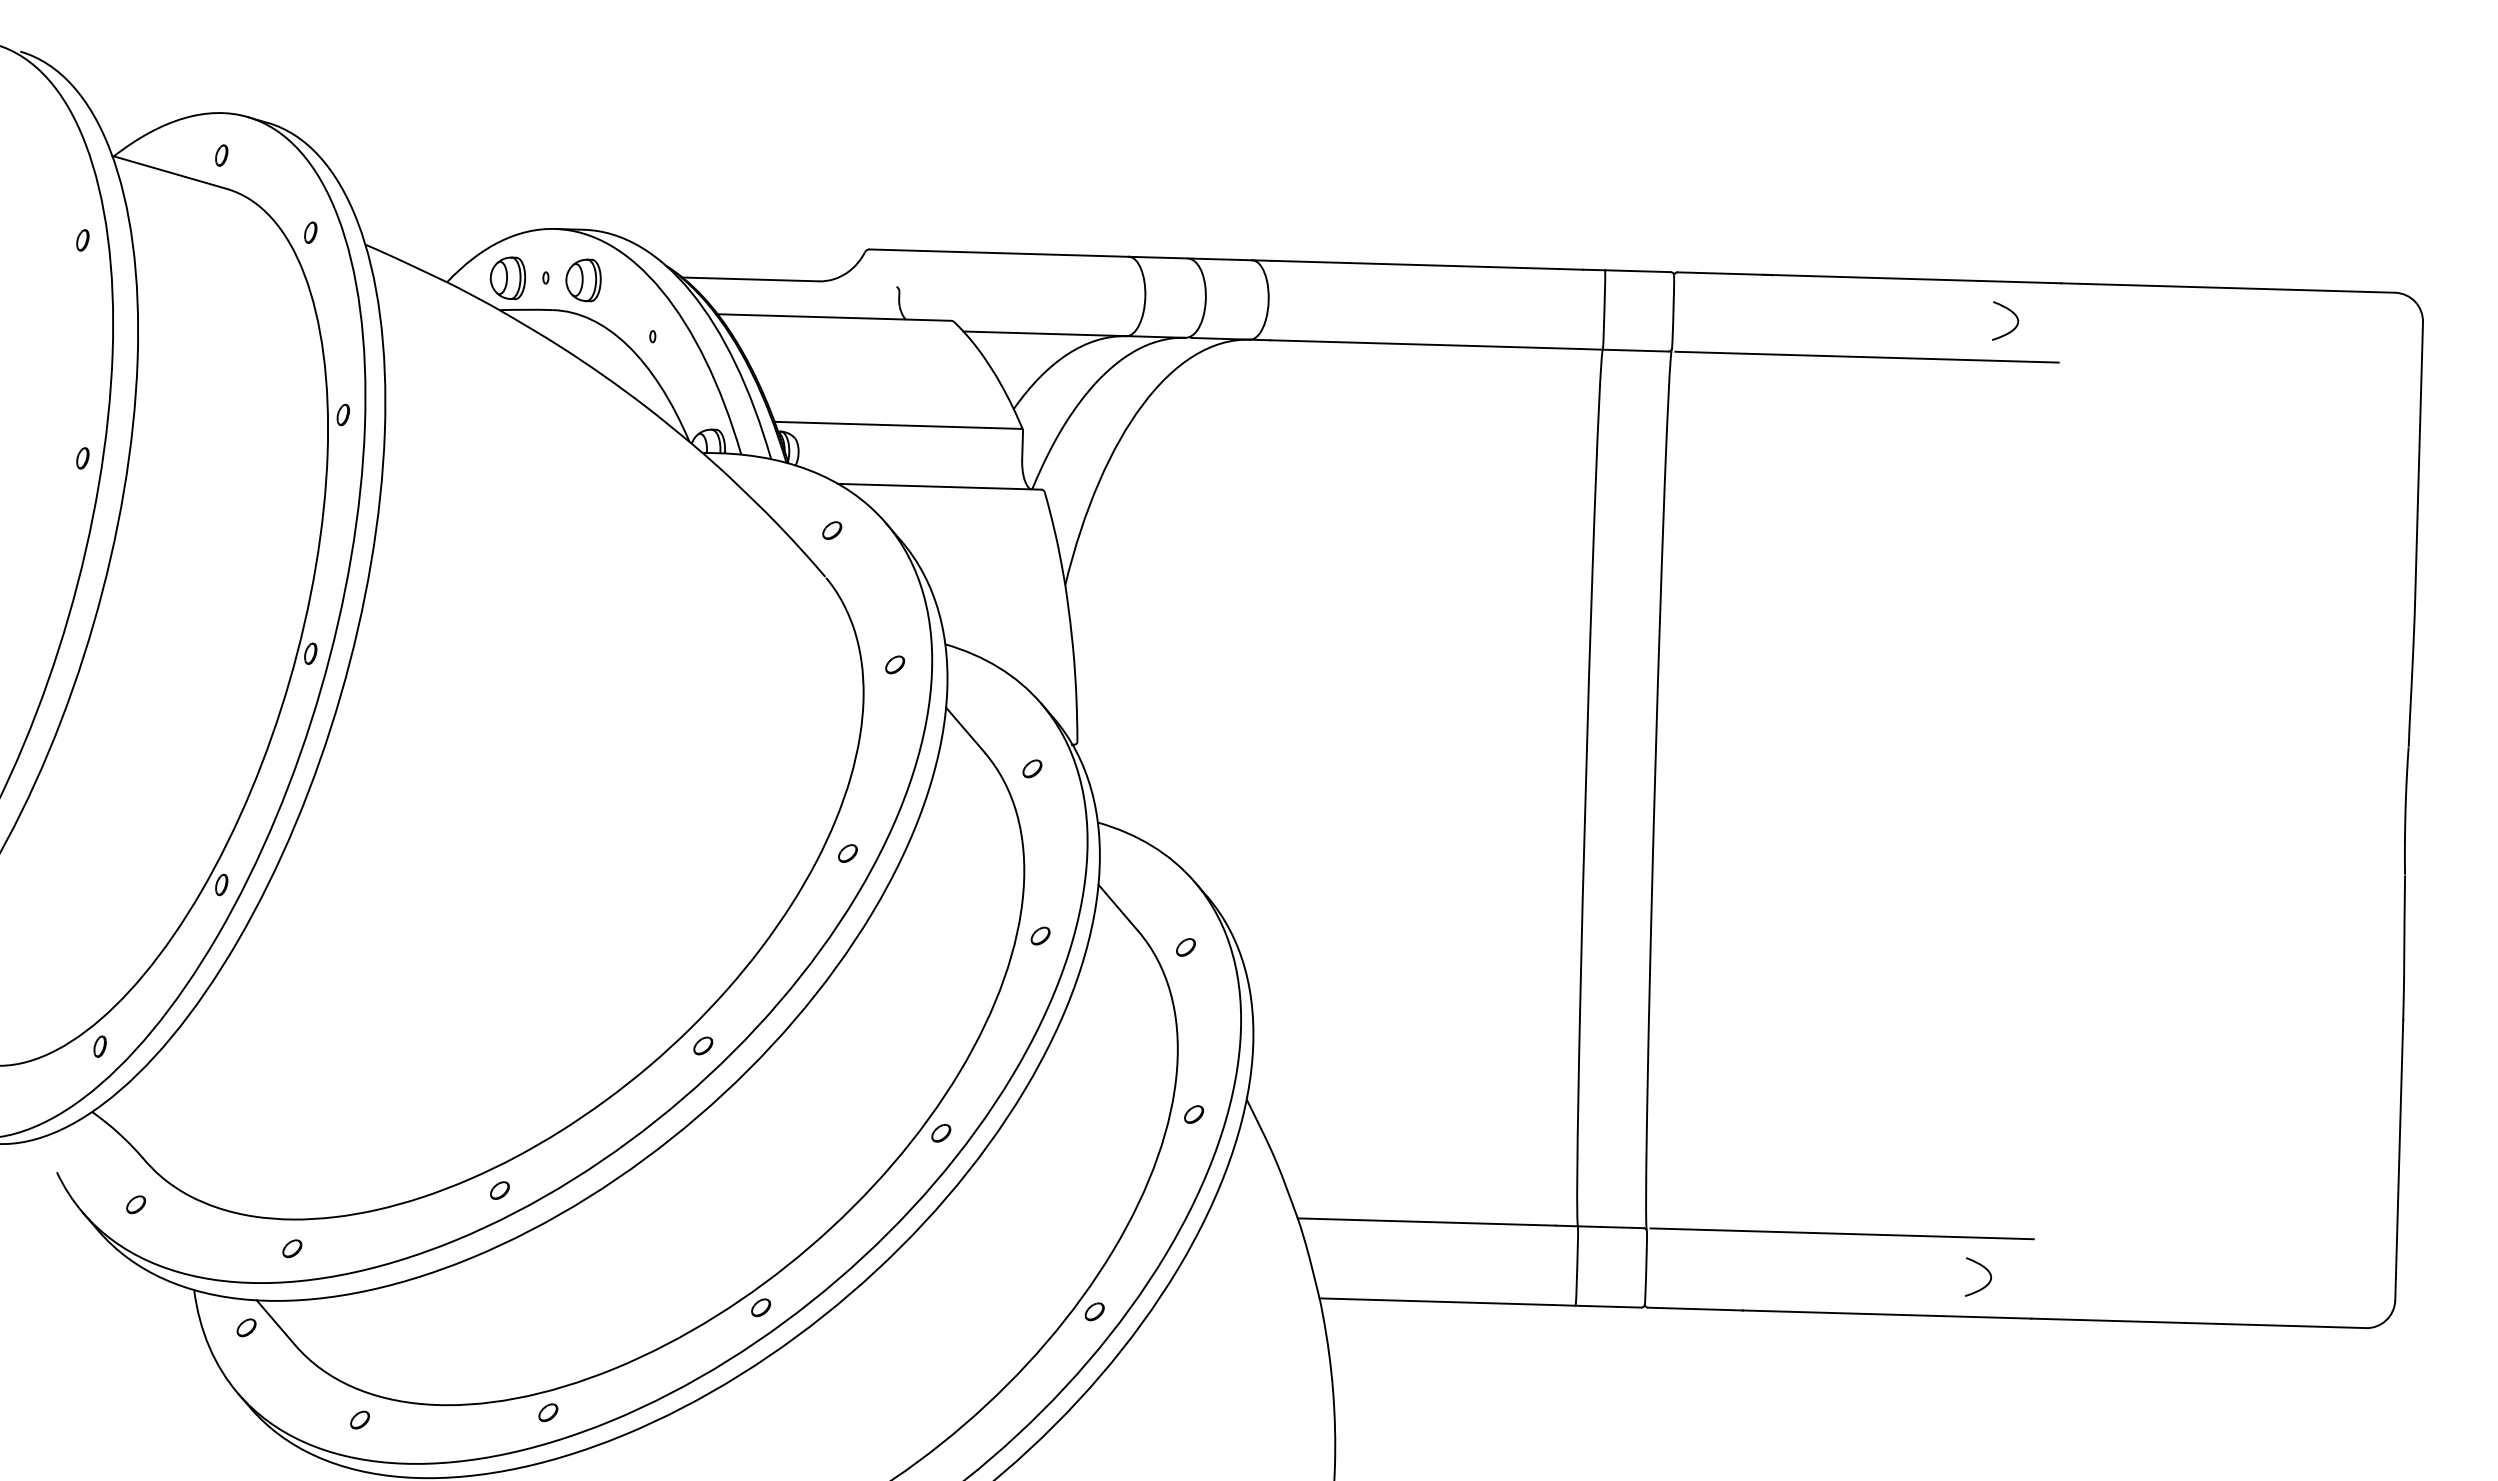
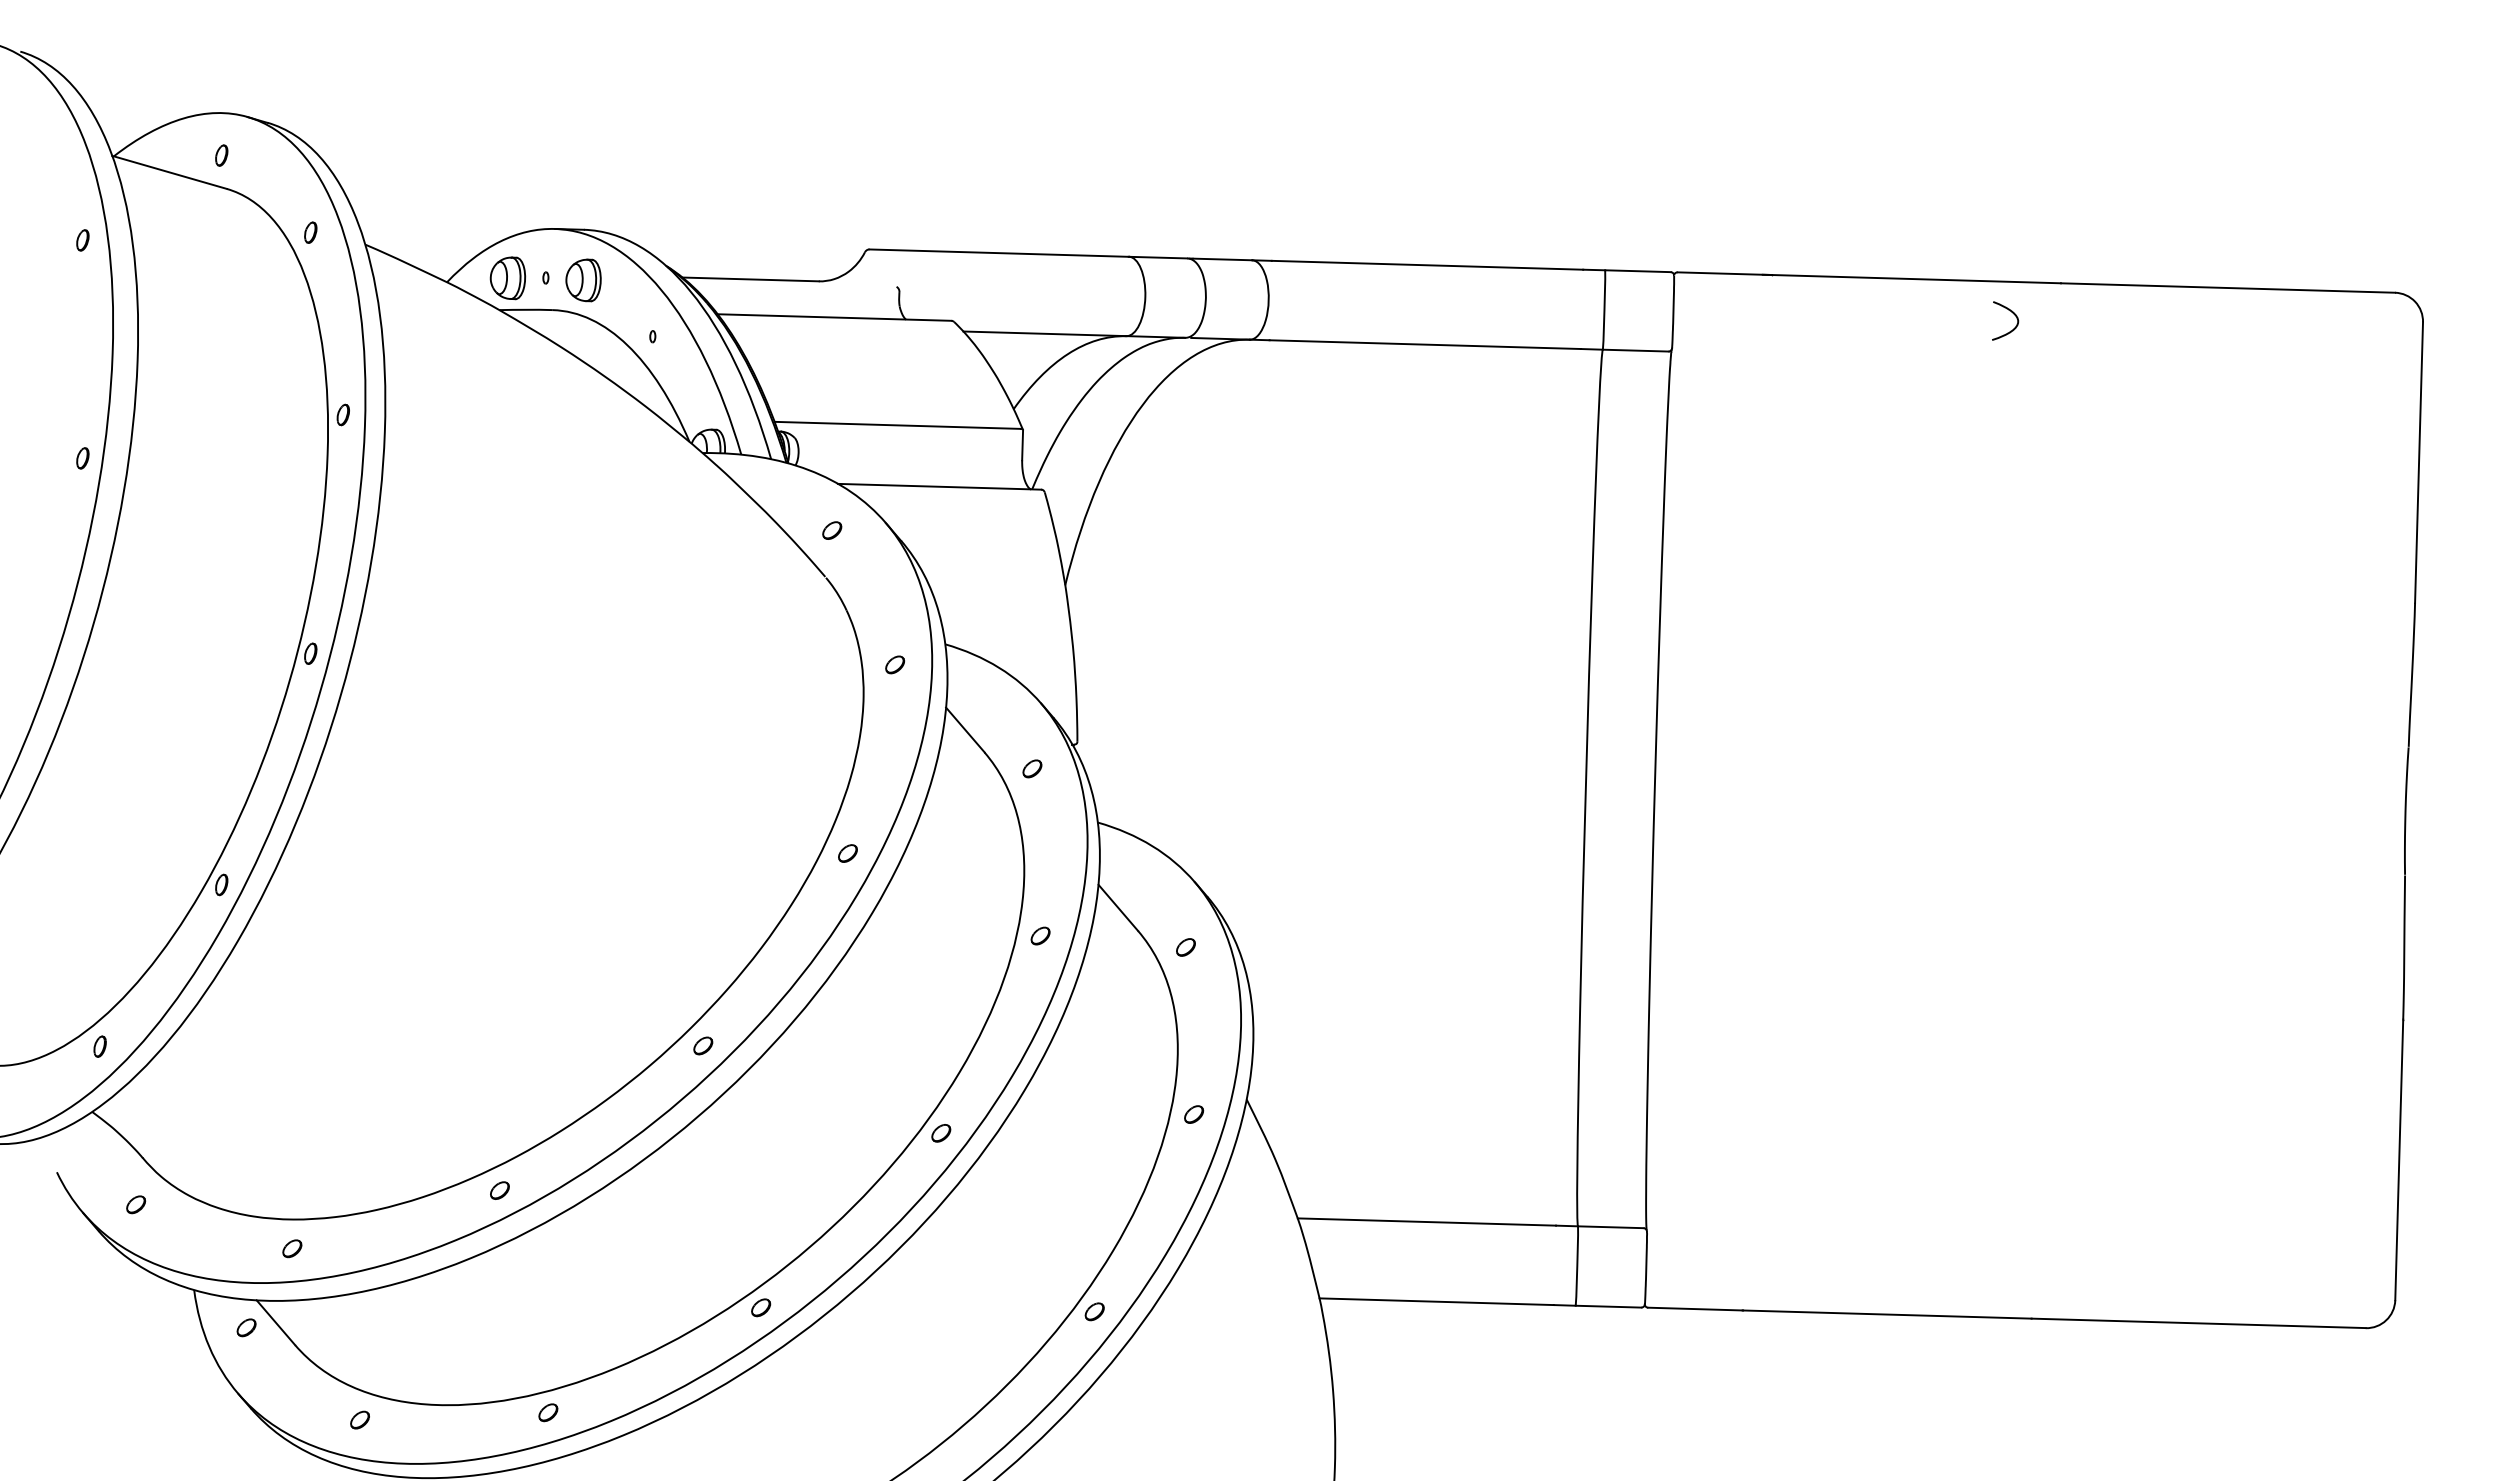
line at (1866, 356): present -> none
line at (1841, 1233): present -> none
curve at (1982, 1267): present -> none
